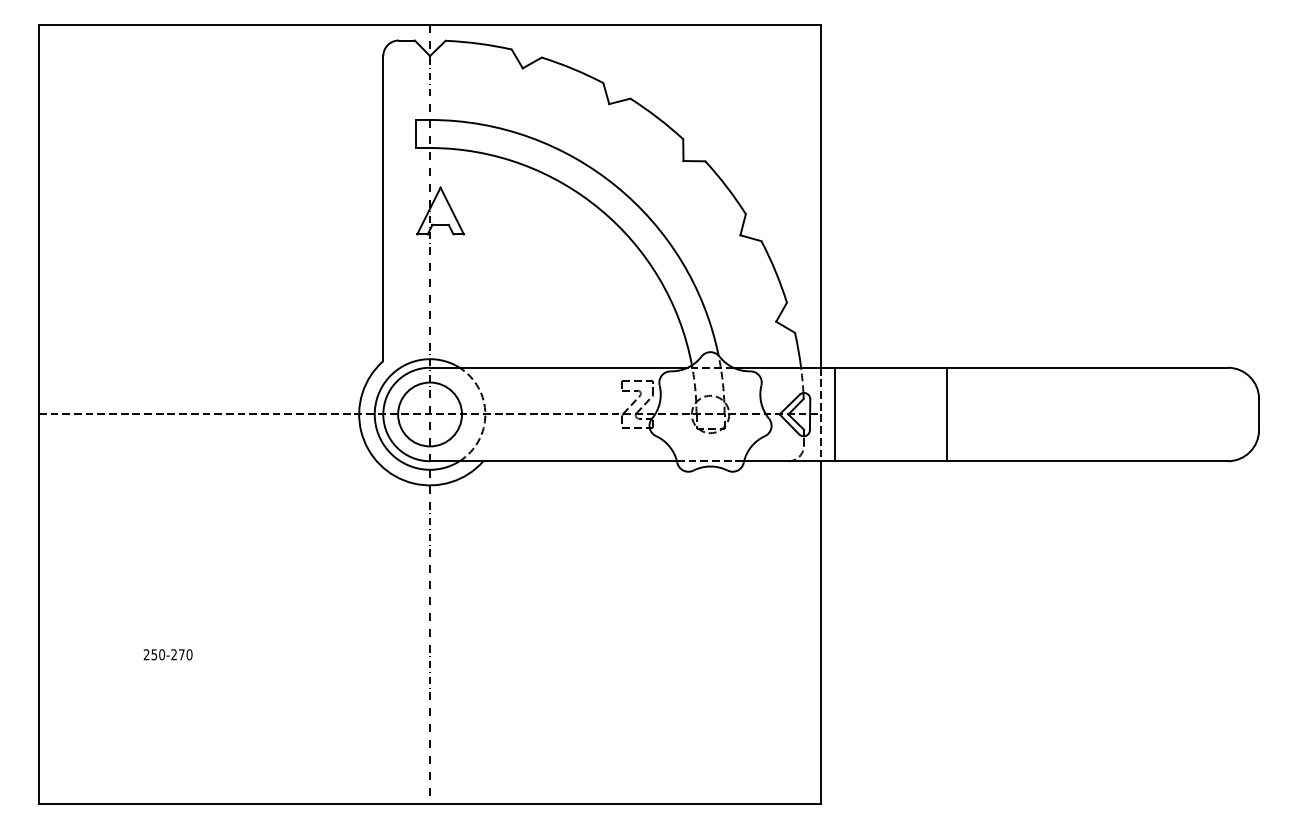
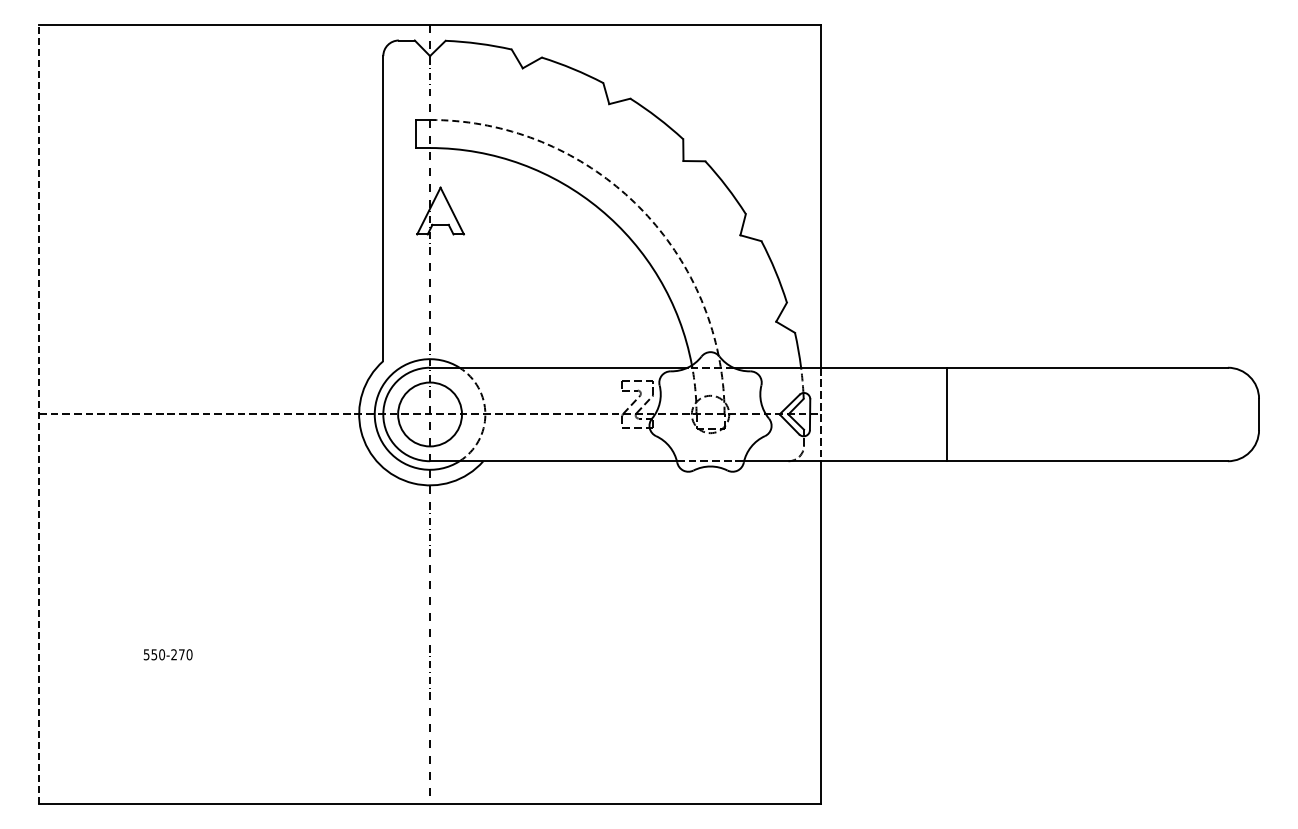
arc at (616, 186): solid -> dashed
line at (38, 414): solid -> dashed
line at (835, 414): present -> none
text at (146, 654): 250-270 -> 550-270
